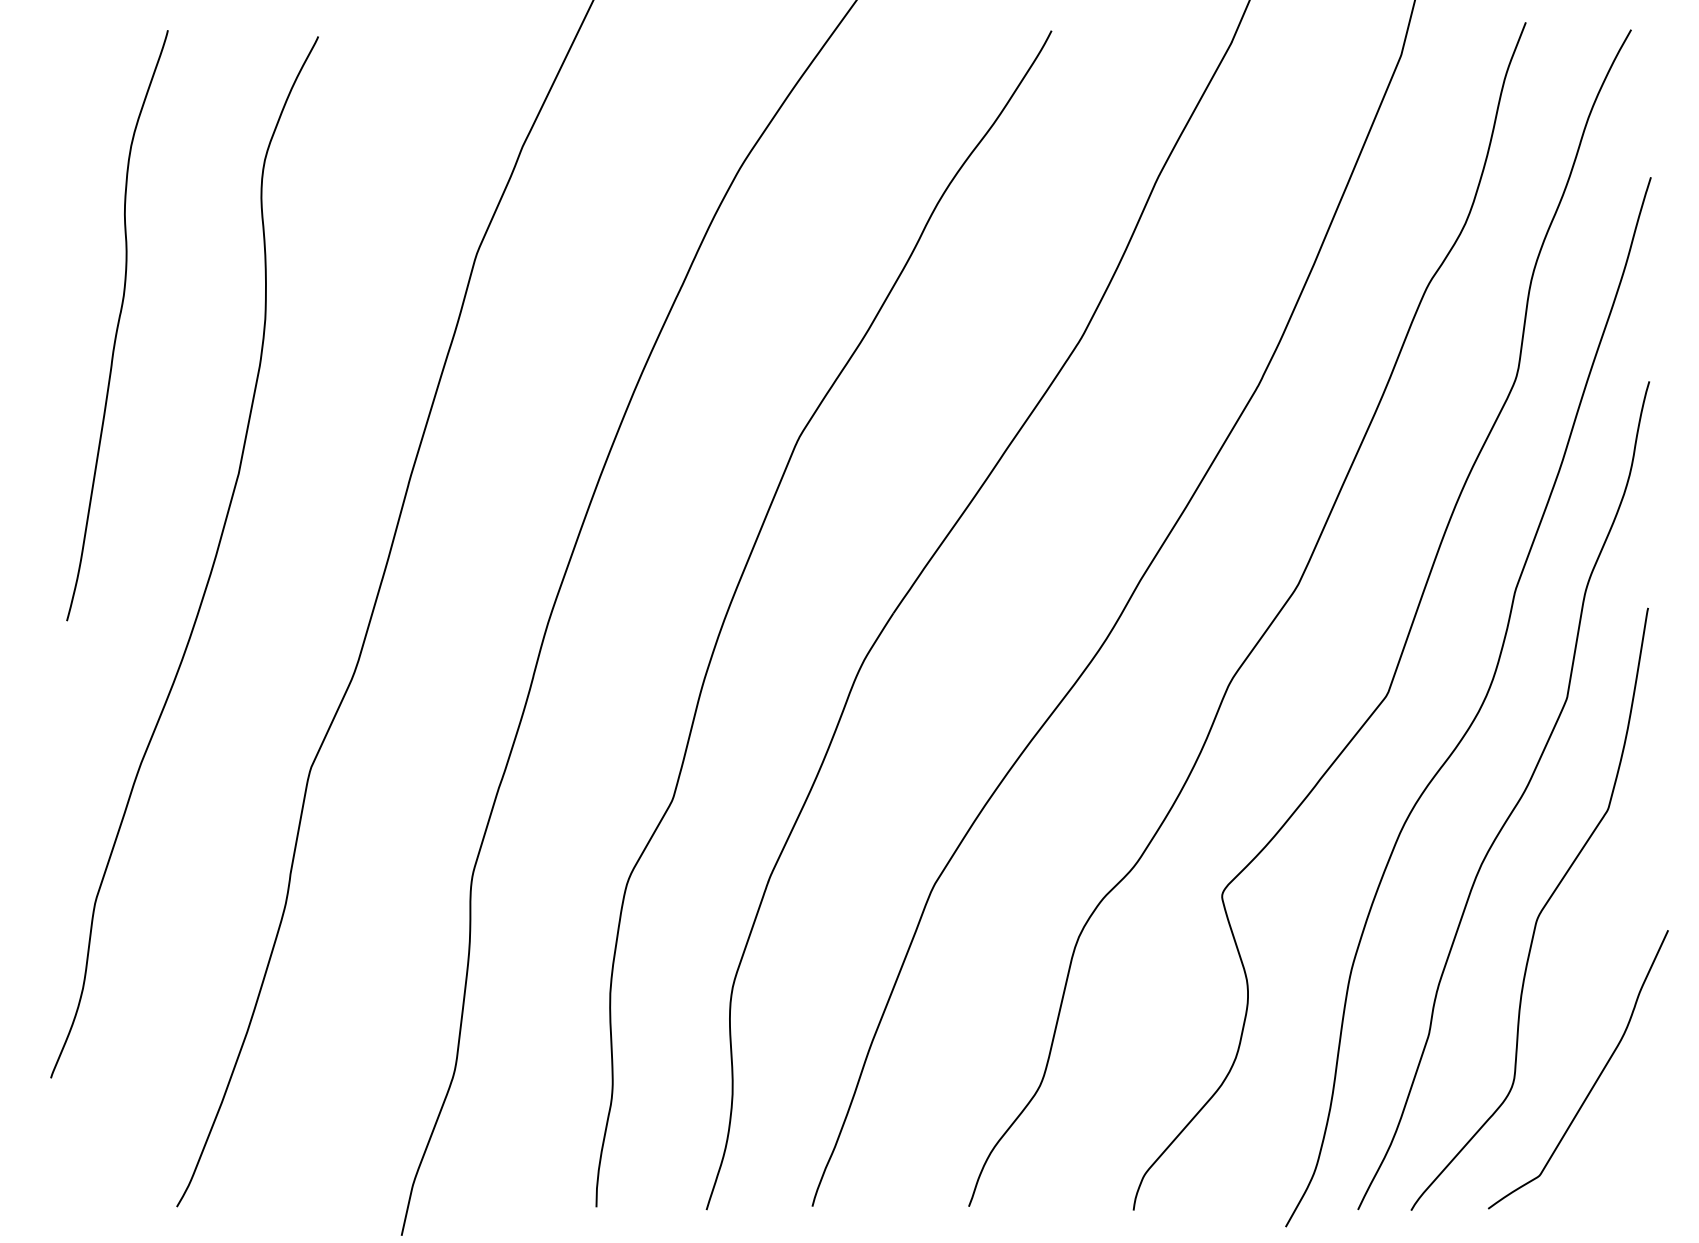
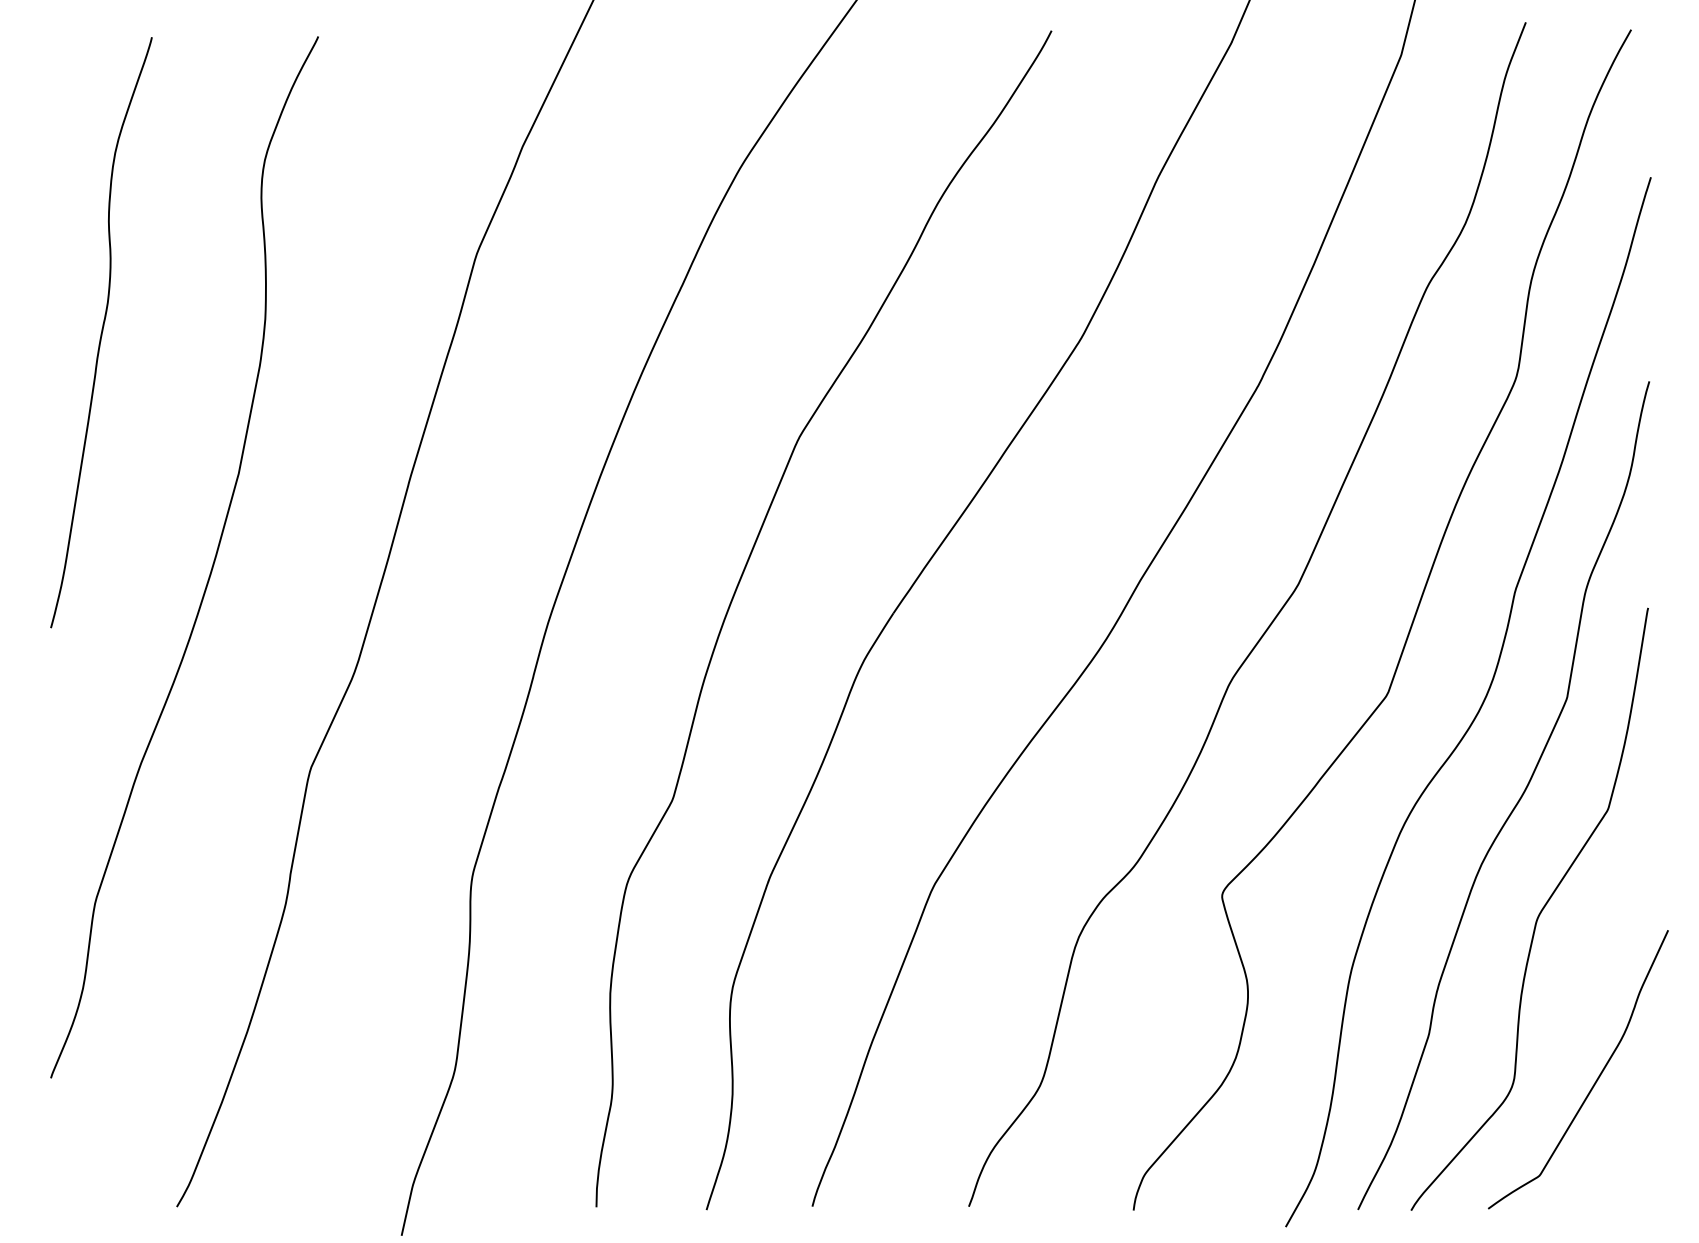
curve at (117, 325) position: (117, 325) -> (101, 332)
